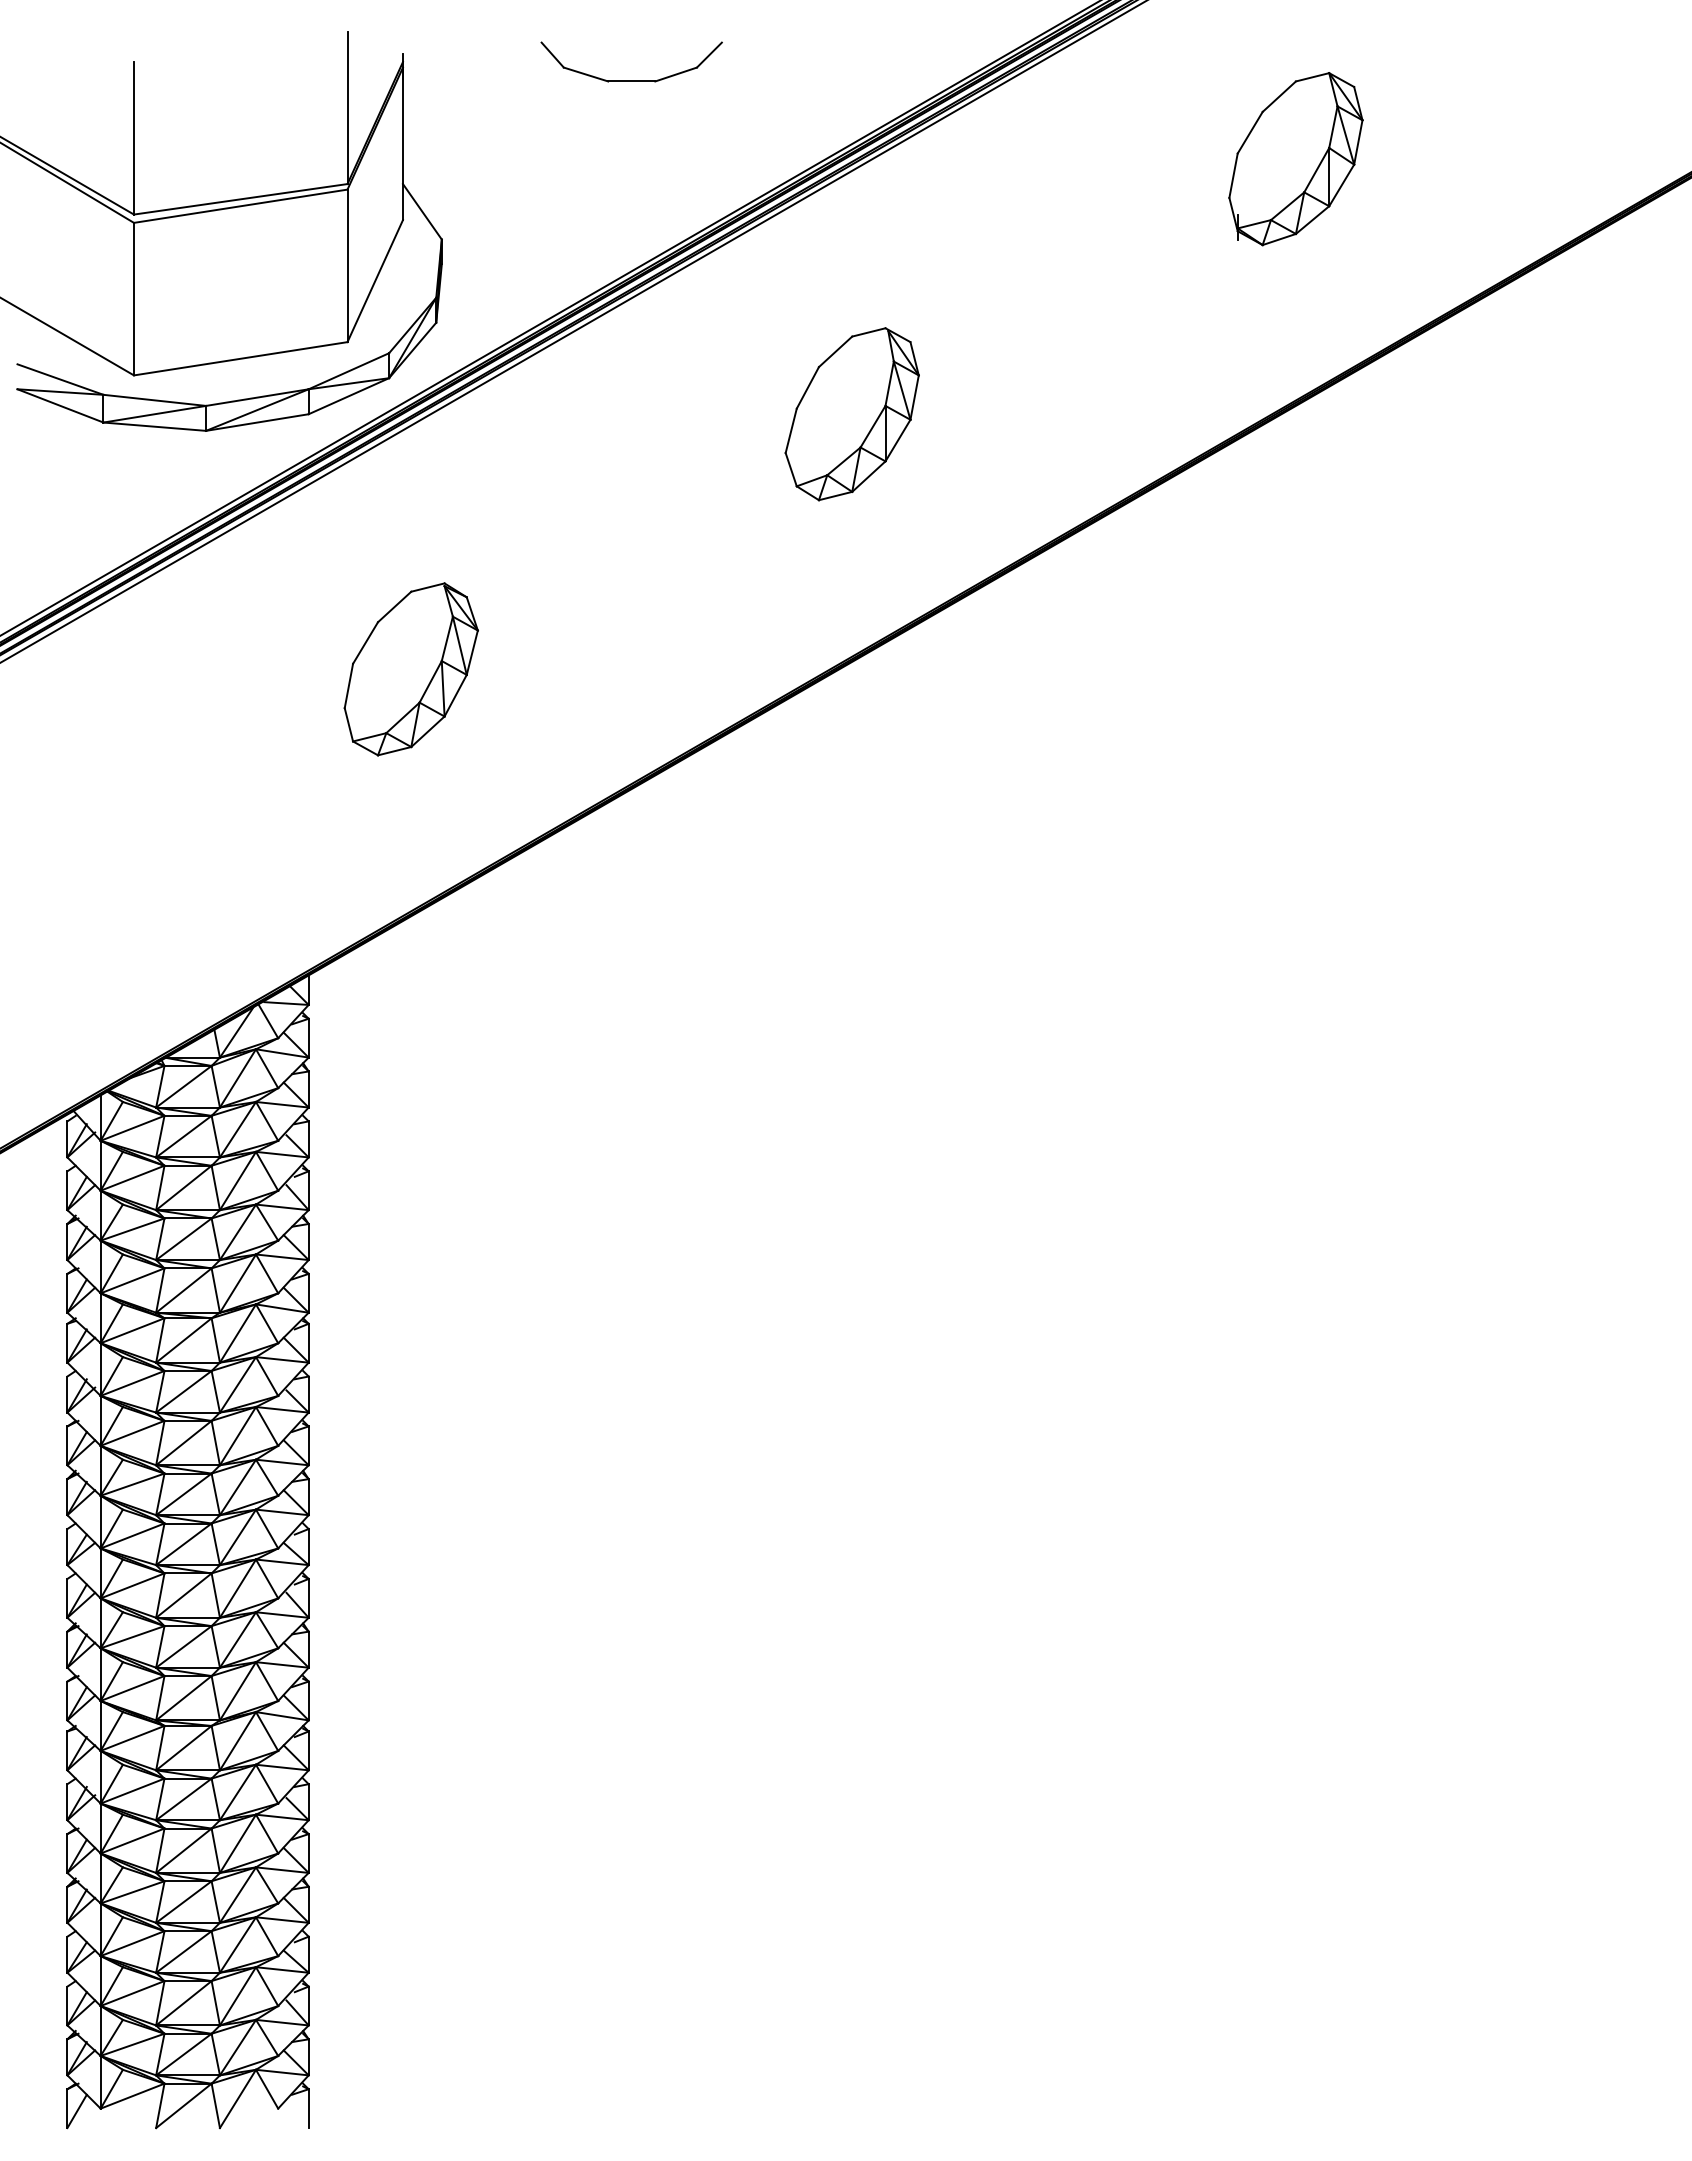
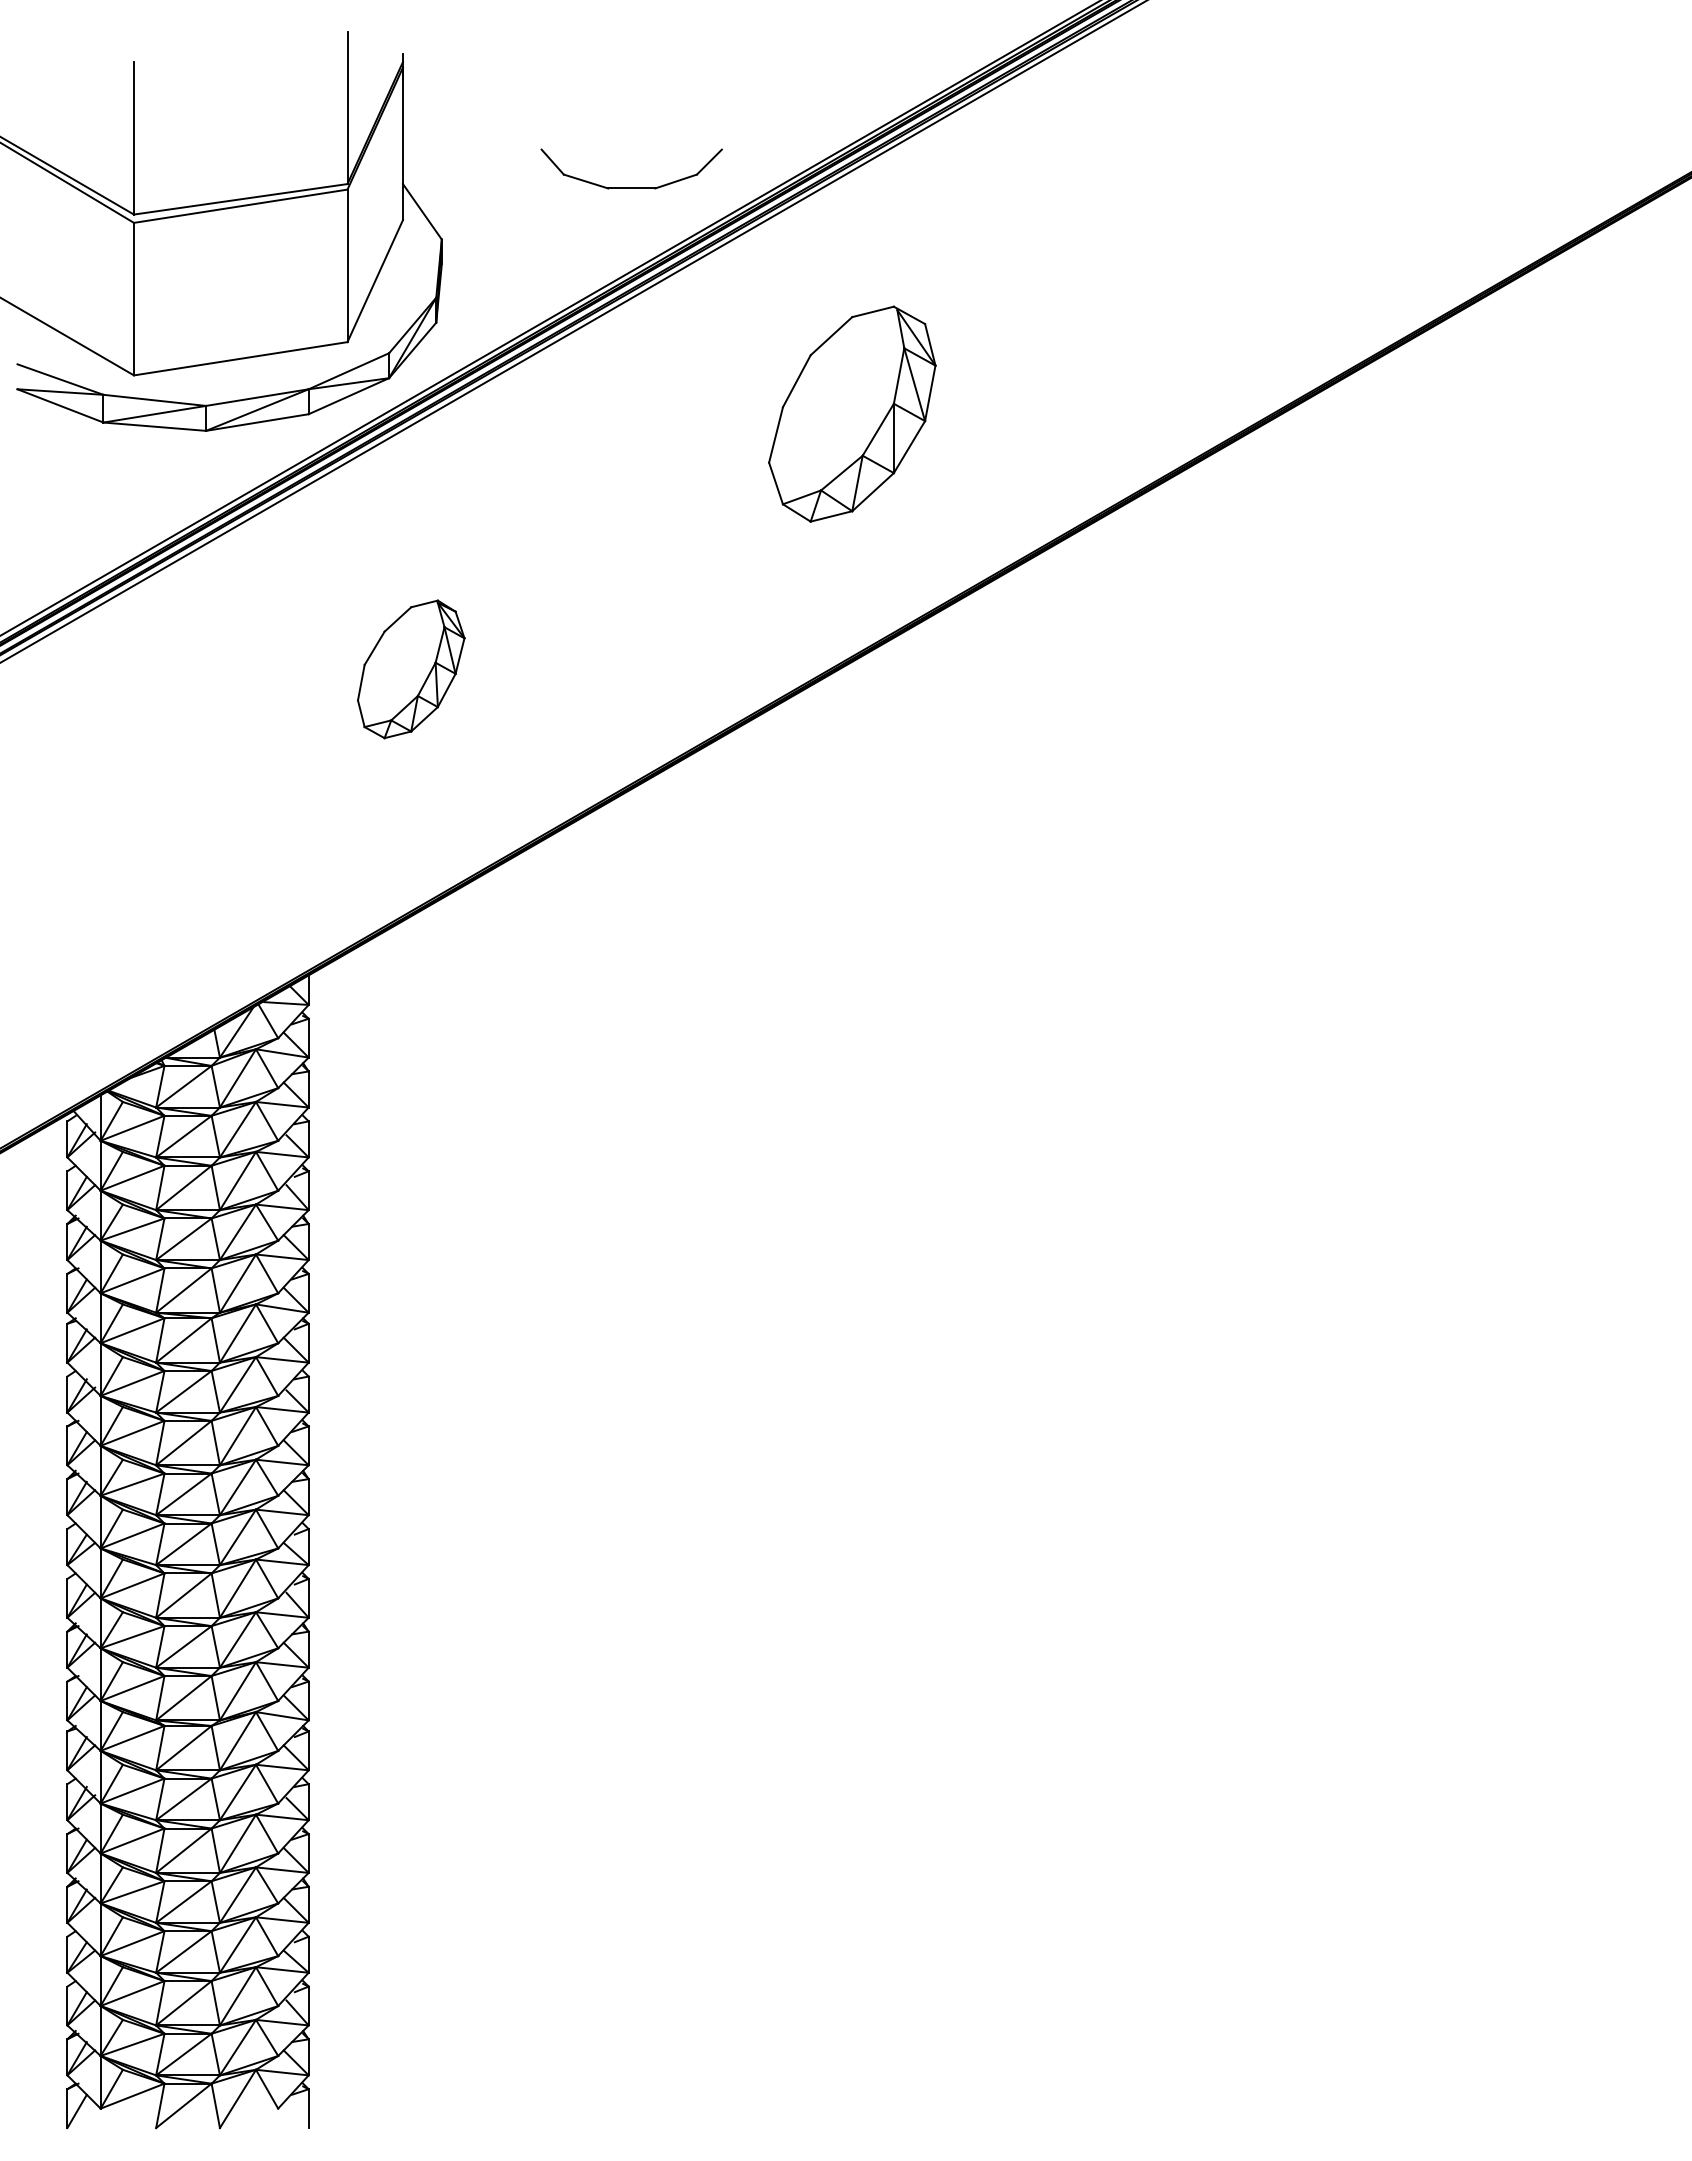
part at (631, 80) position: (631, 80) -> (631, 187)
part at (1295, 159): present -> none
part at (851, 414) size: 136x175 px -> 169x218 px
part at (410, 669) size: 136x175 px -> 109x141 px
